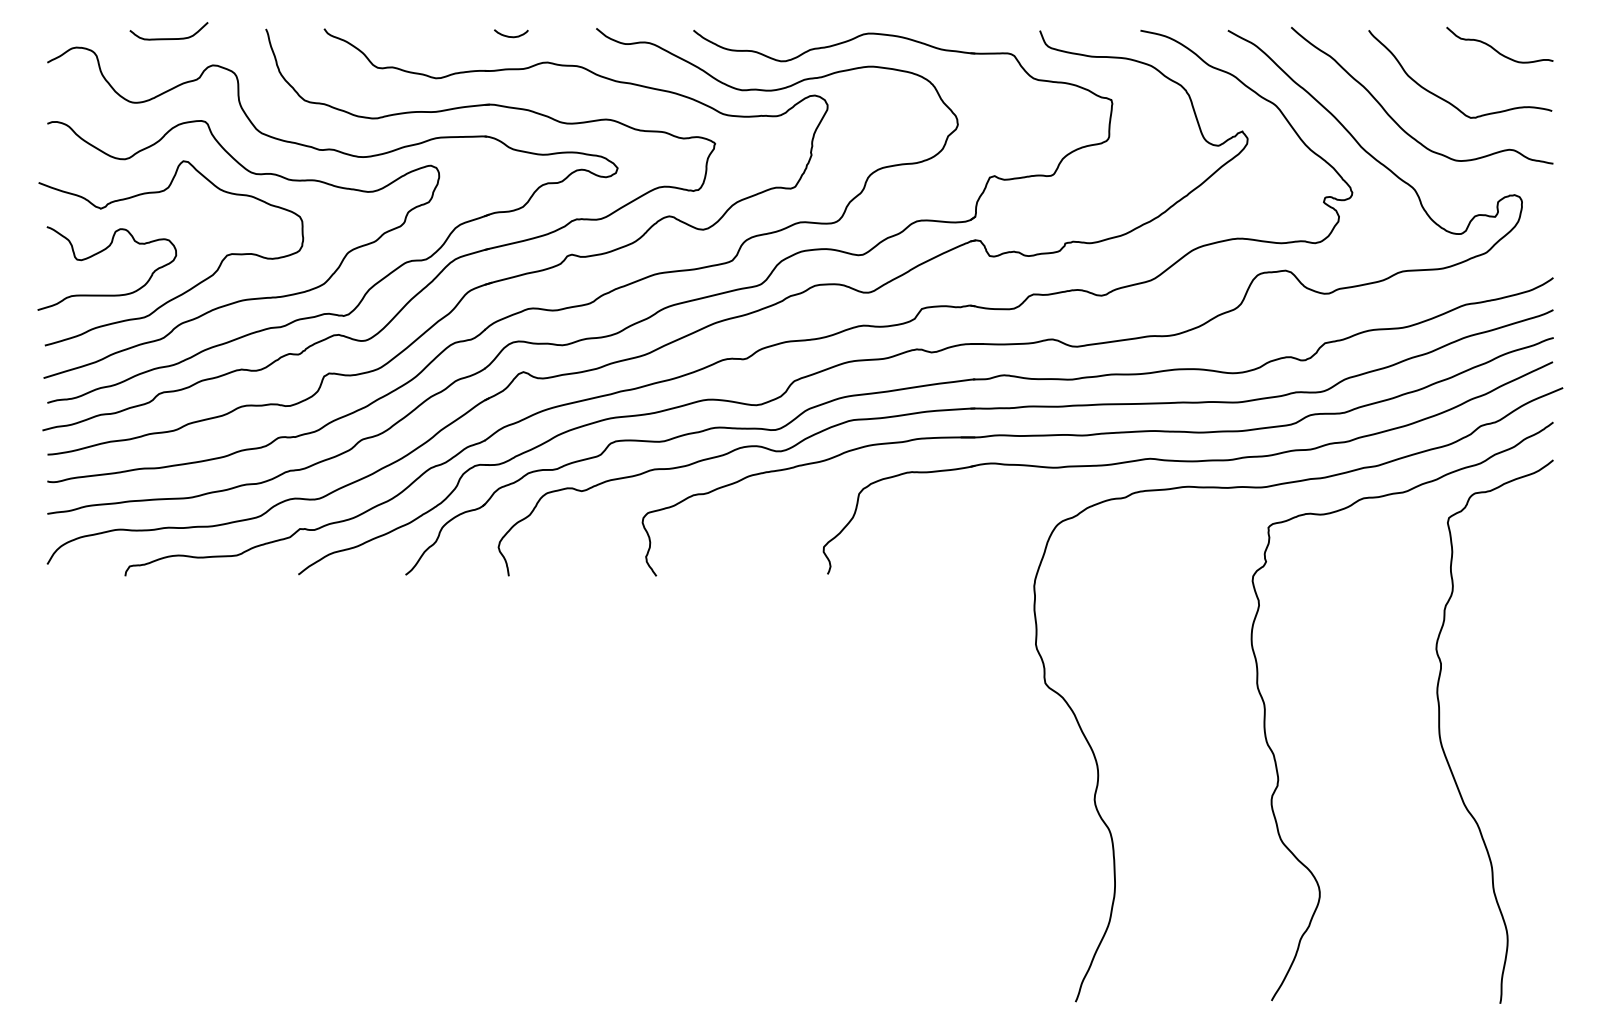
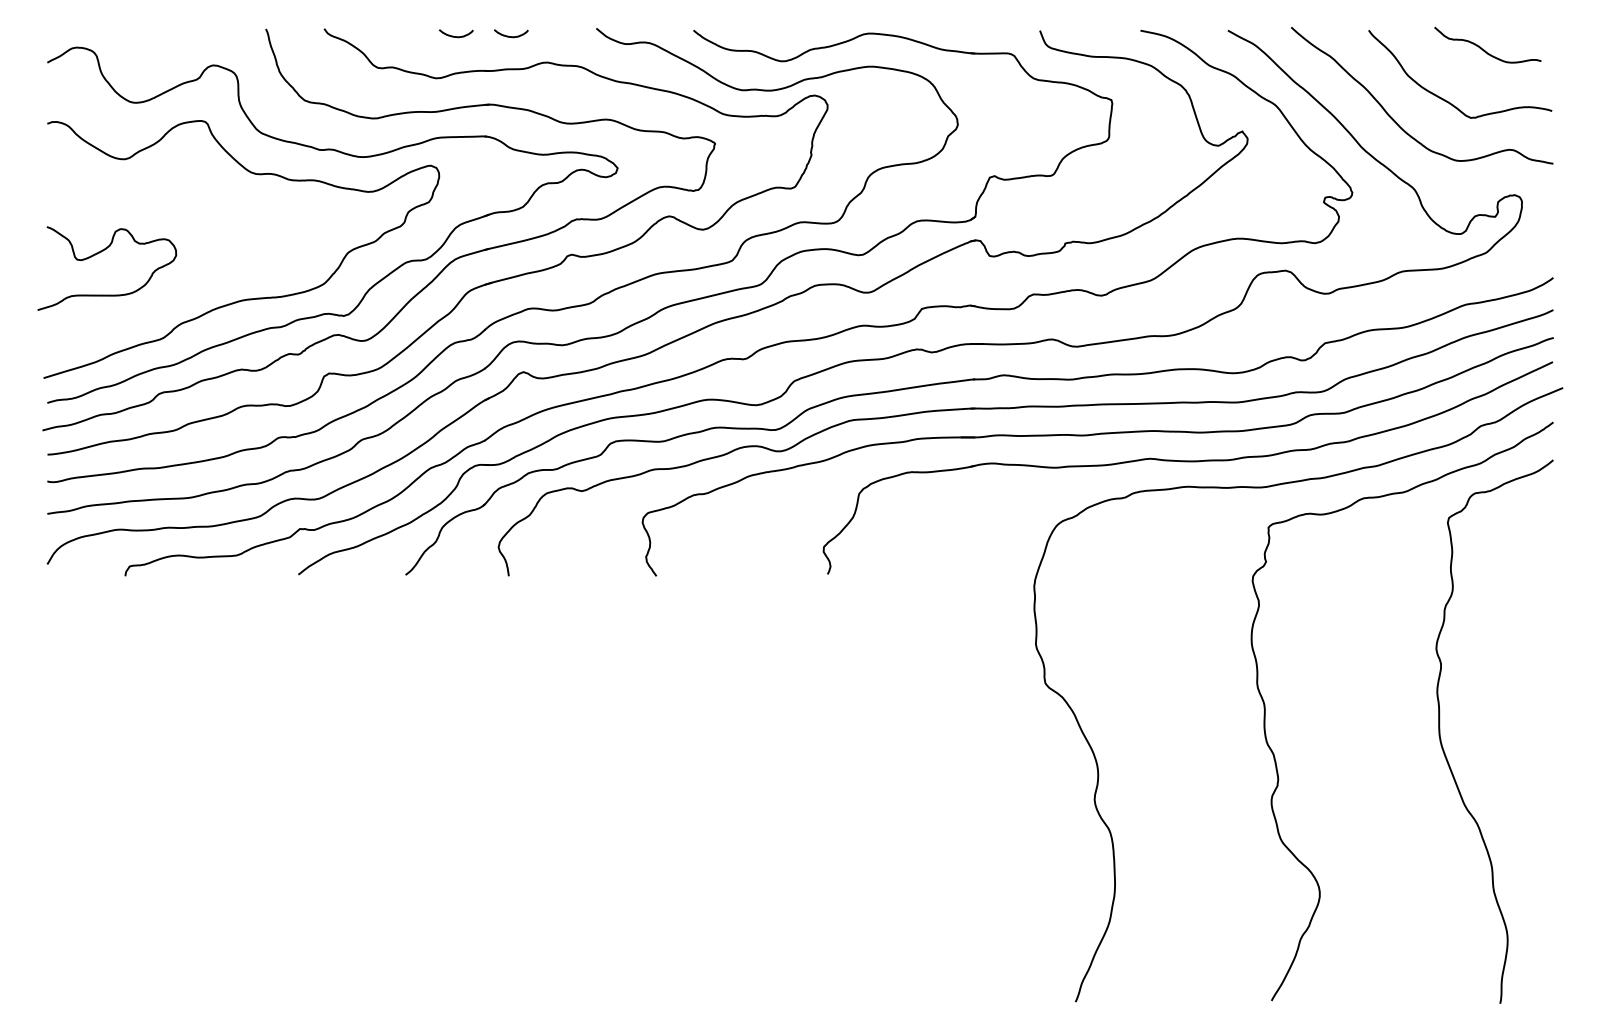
curve at (456, 36): none -> present
curve at (168, 38): present -> none
curve at (1496, 49) position: (1496, 49) -> (1484, 49)
curve at (189, 288): present -> none
